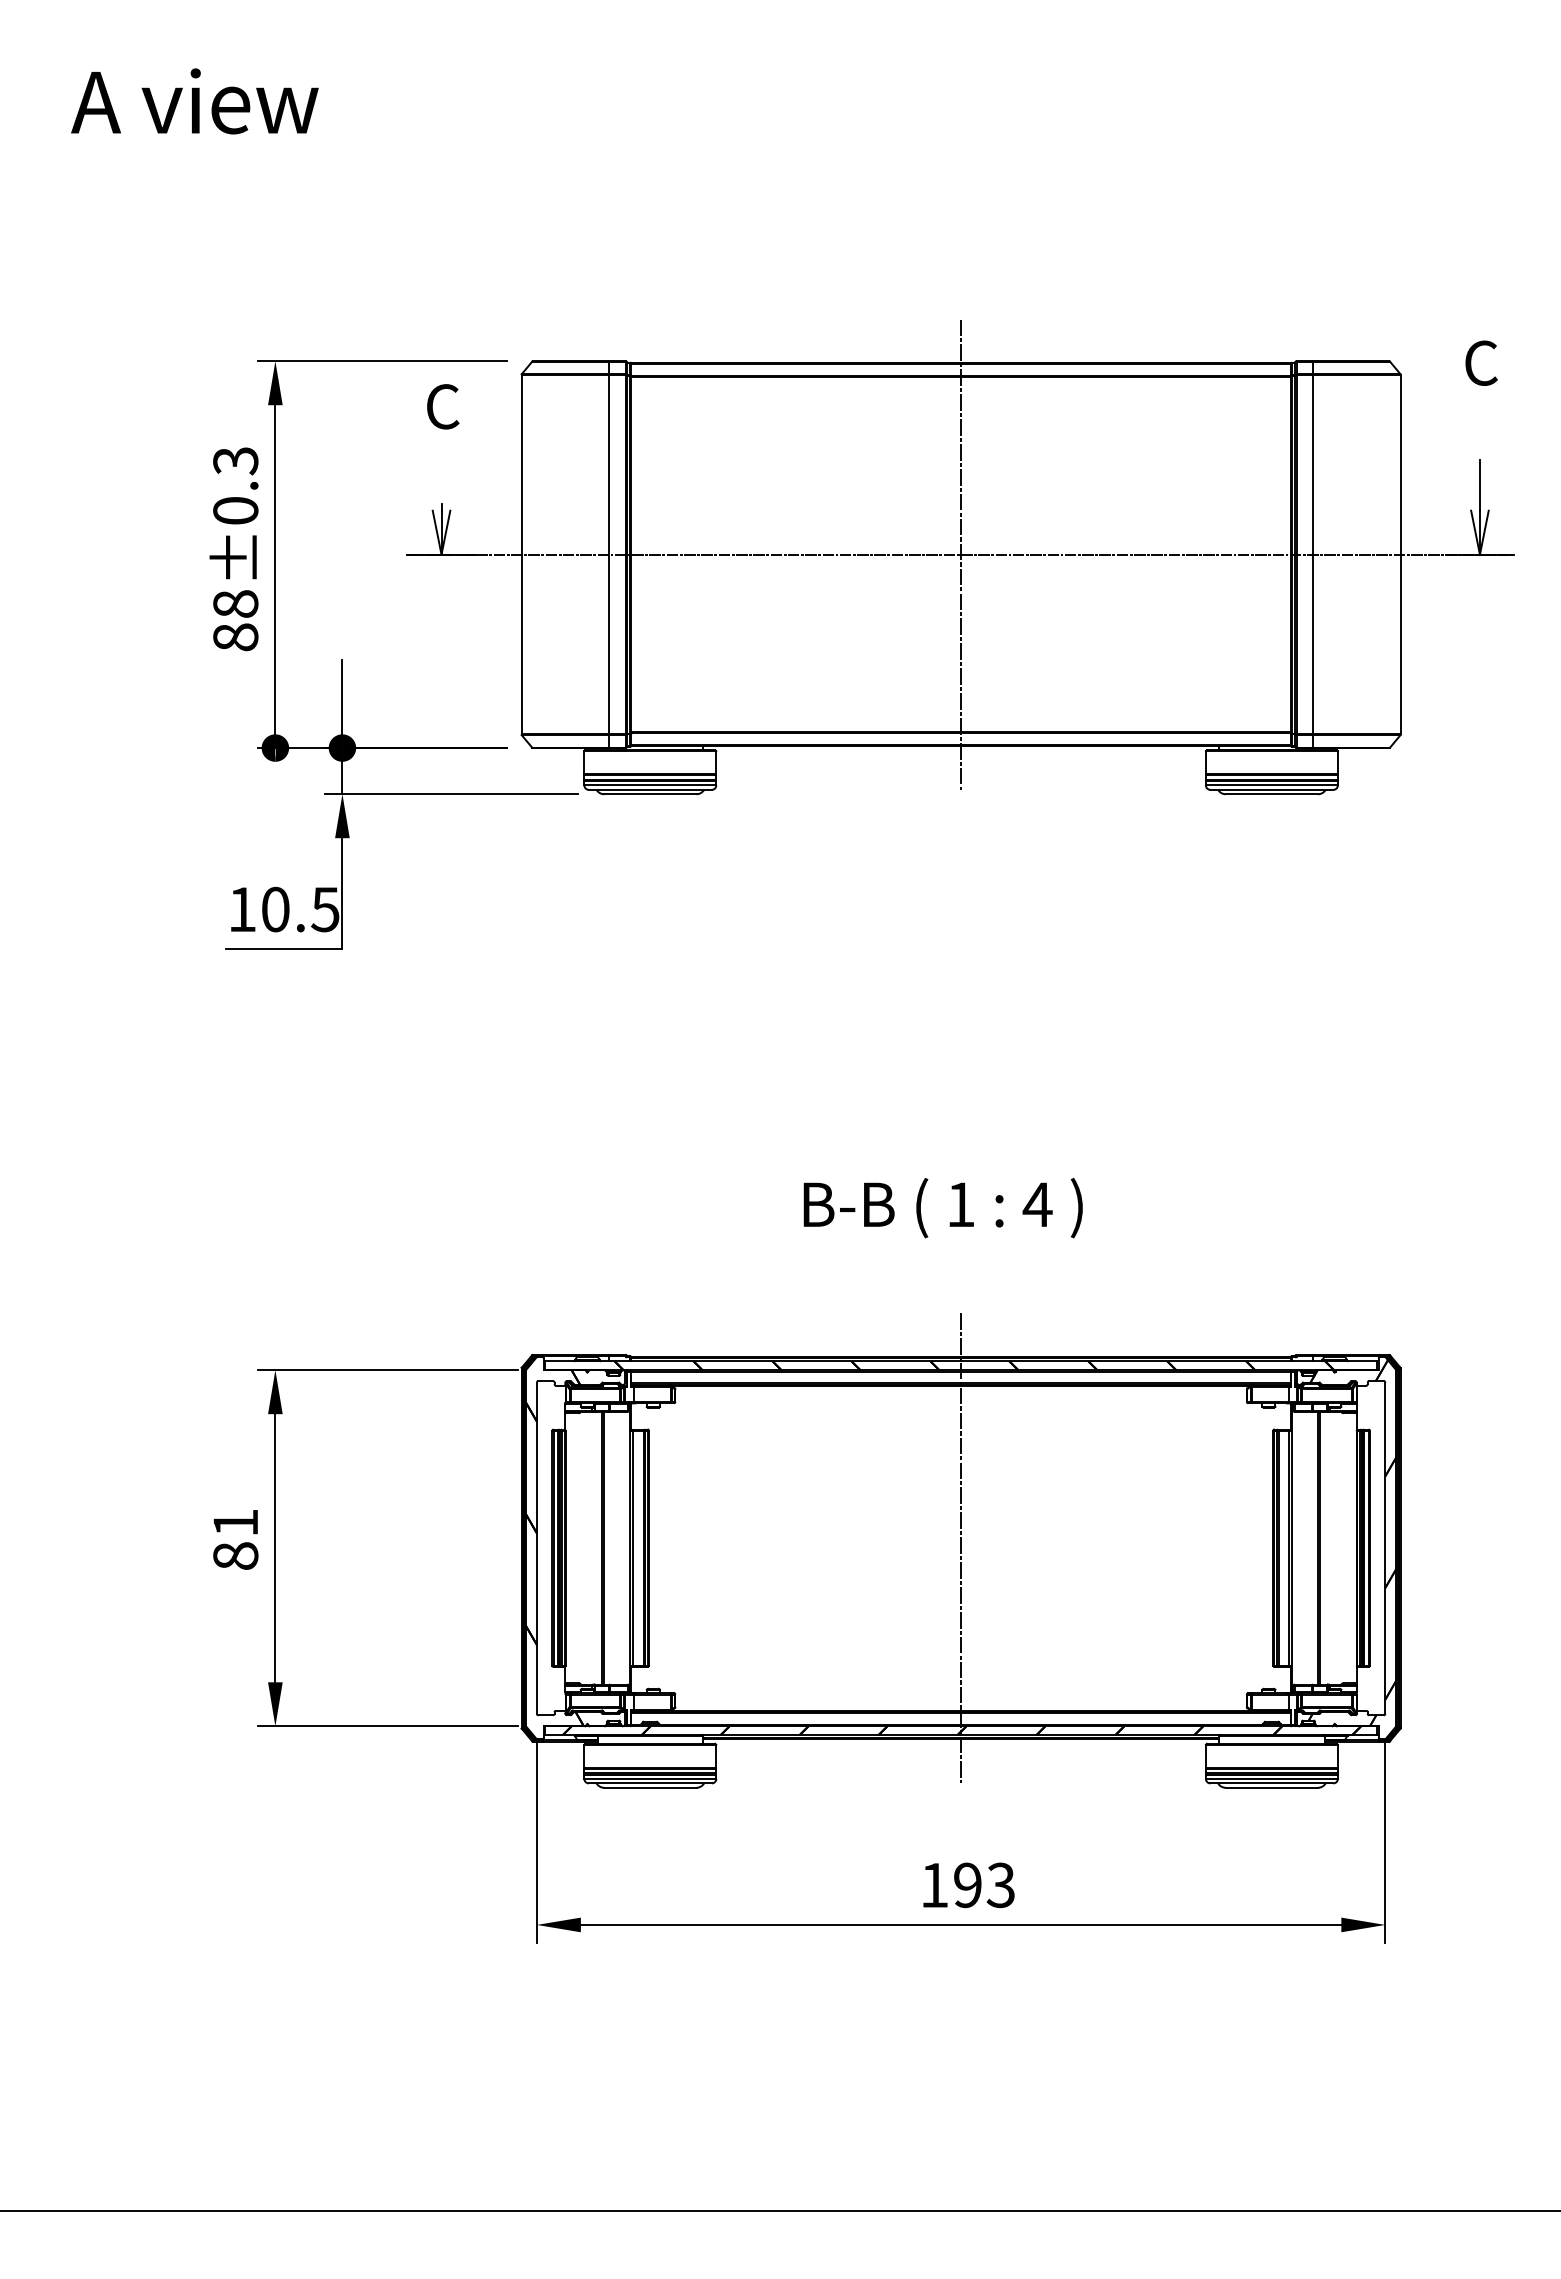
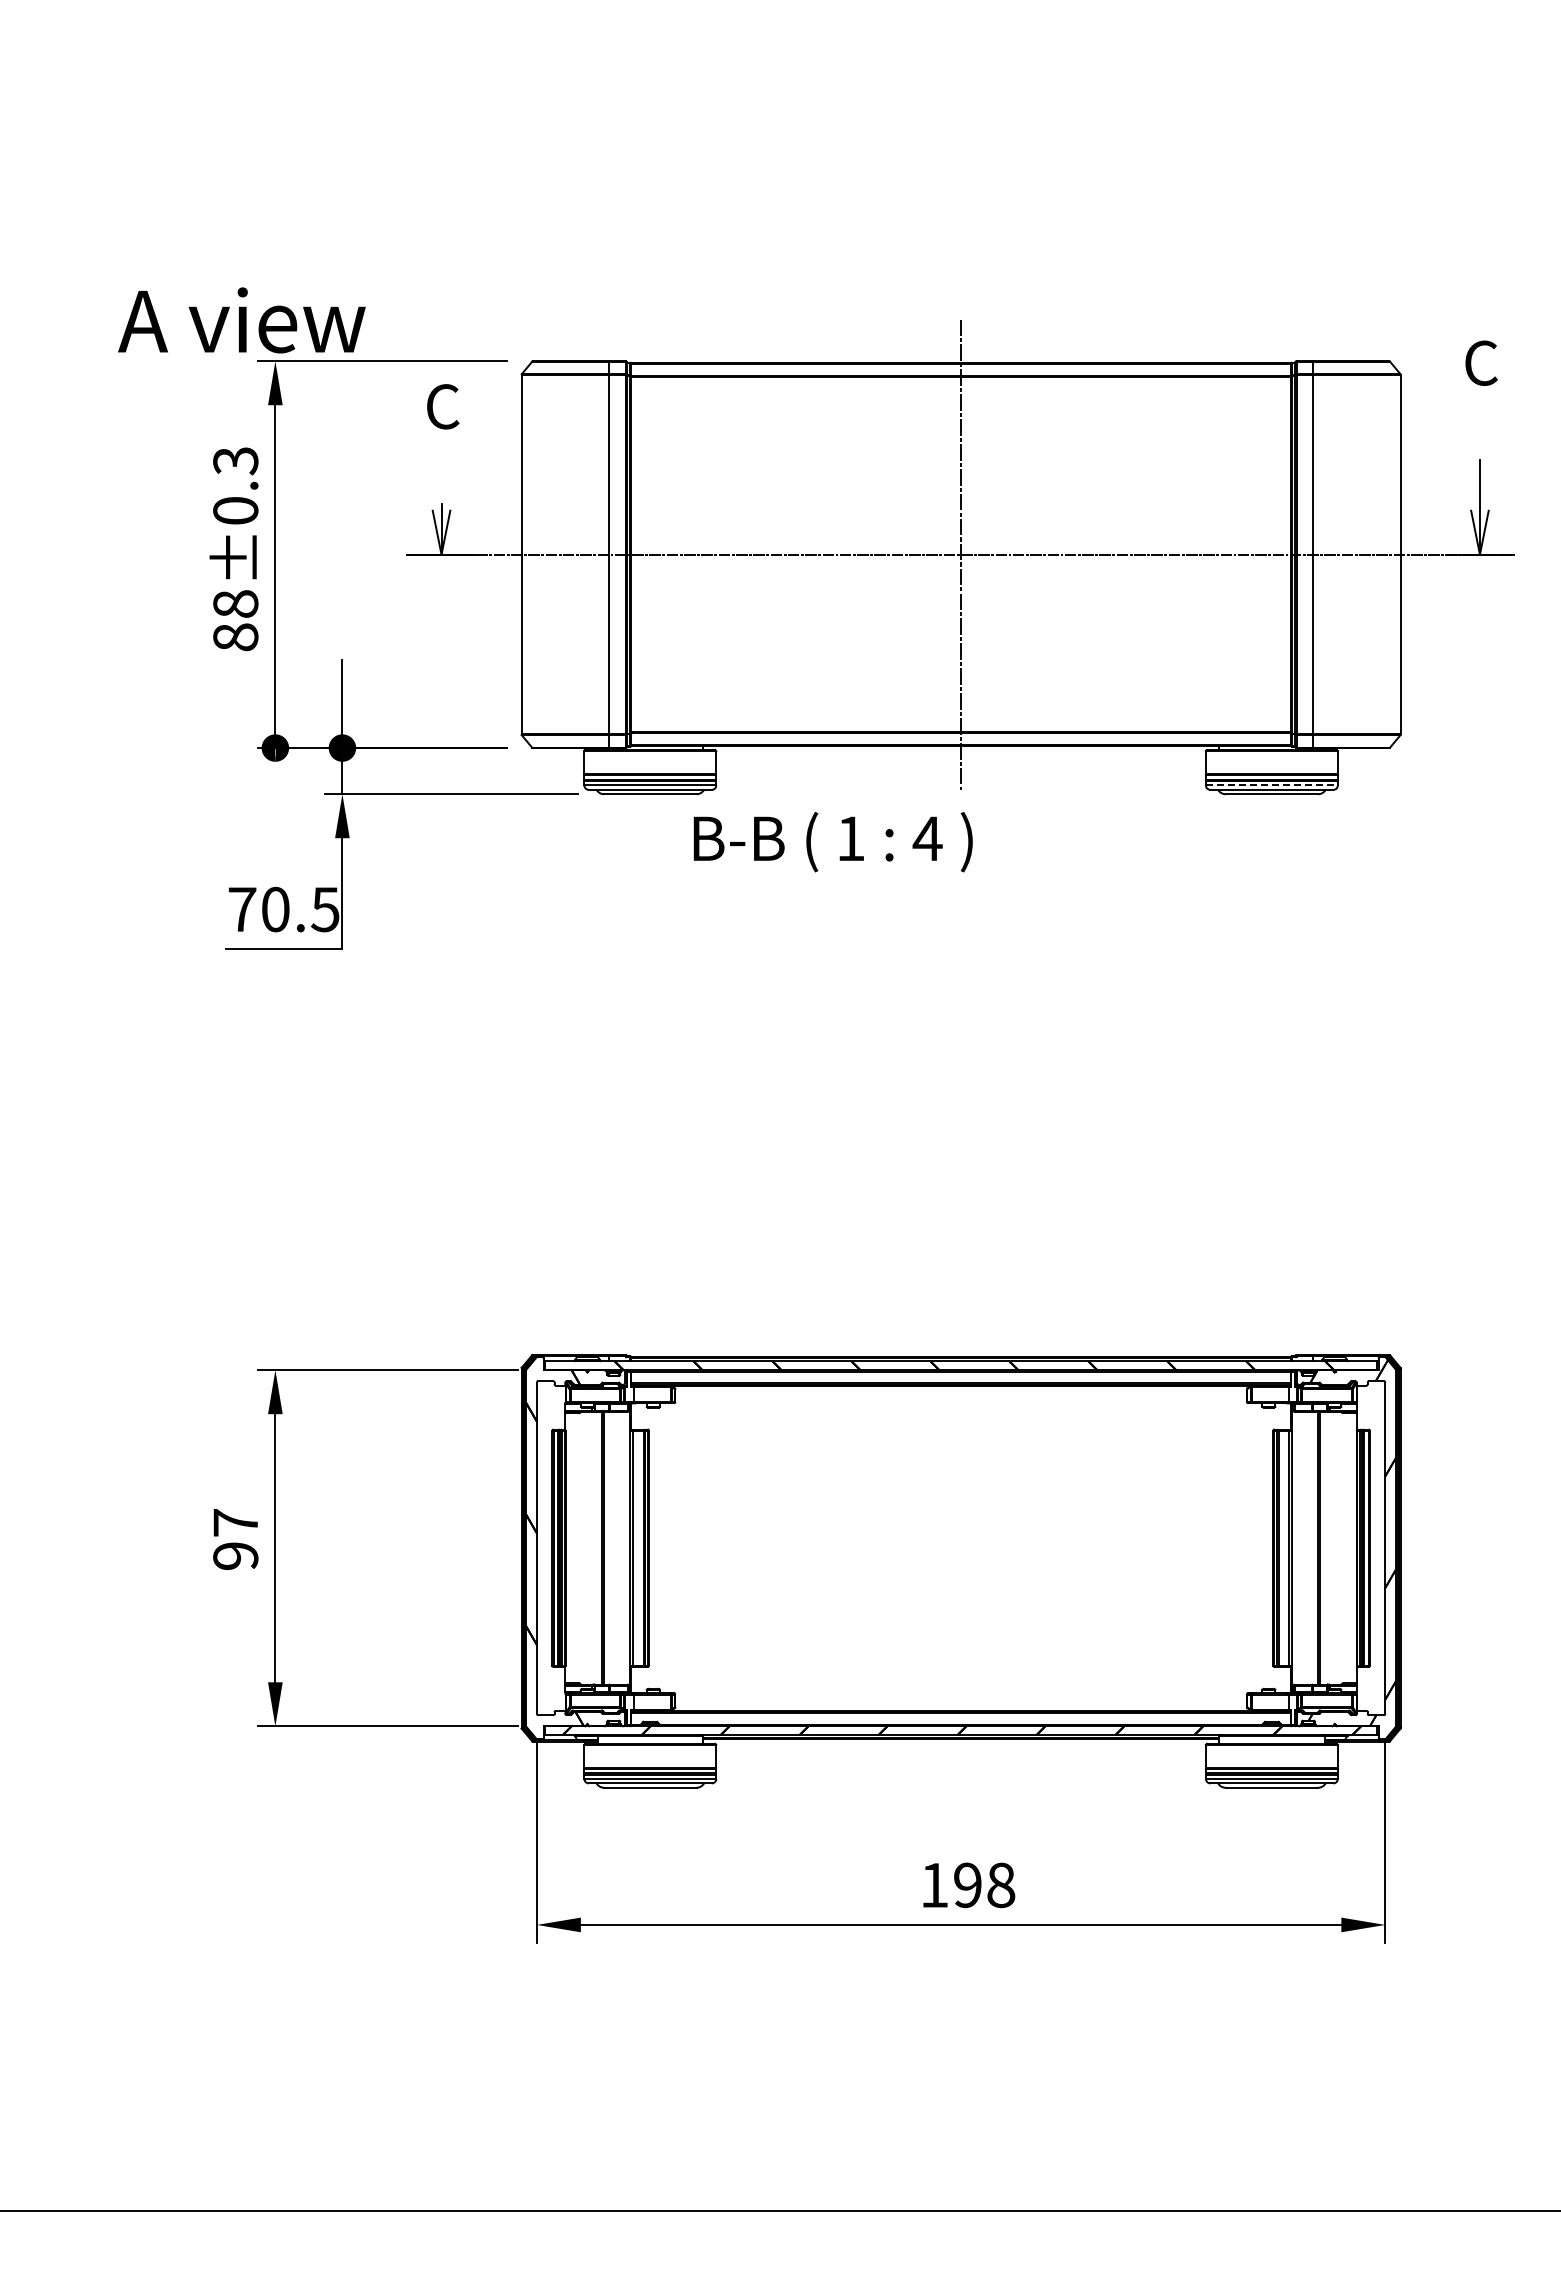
text at (194, 101) position: (194, 101) -> (241, 320)
line at (1271, 785): solid -> dashed
text at (242, 909): 10.5 -> 70.5
text at (942, 1208) position: (942, 1208) -> (832, 842)
text at (235, 1539): 81 -> 97
line at (961, 1548): present -> none
text at (1000, 1884): 193 -> 198
